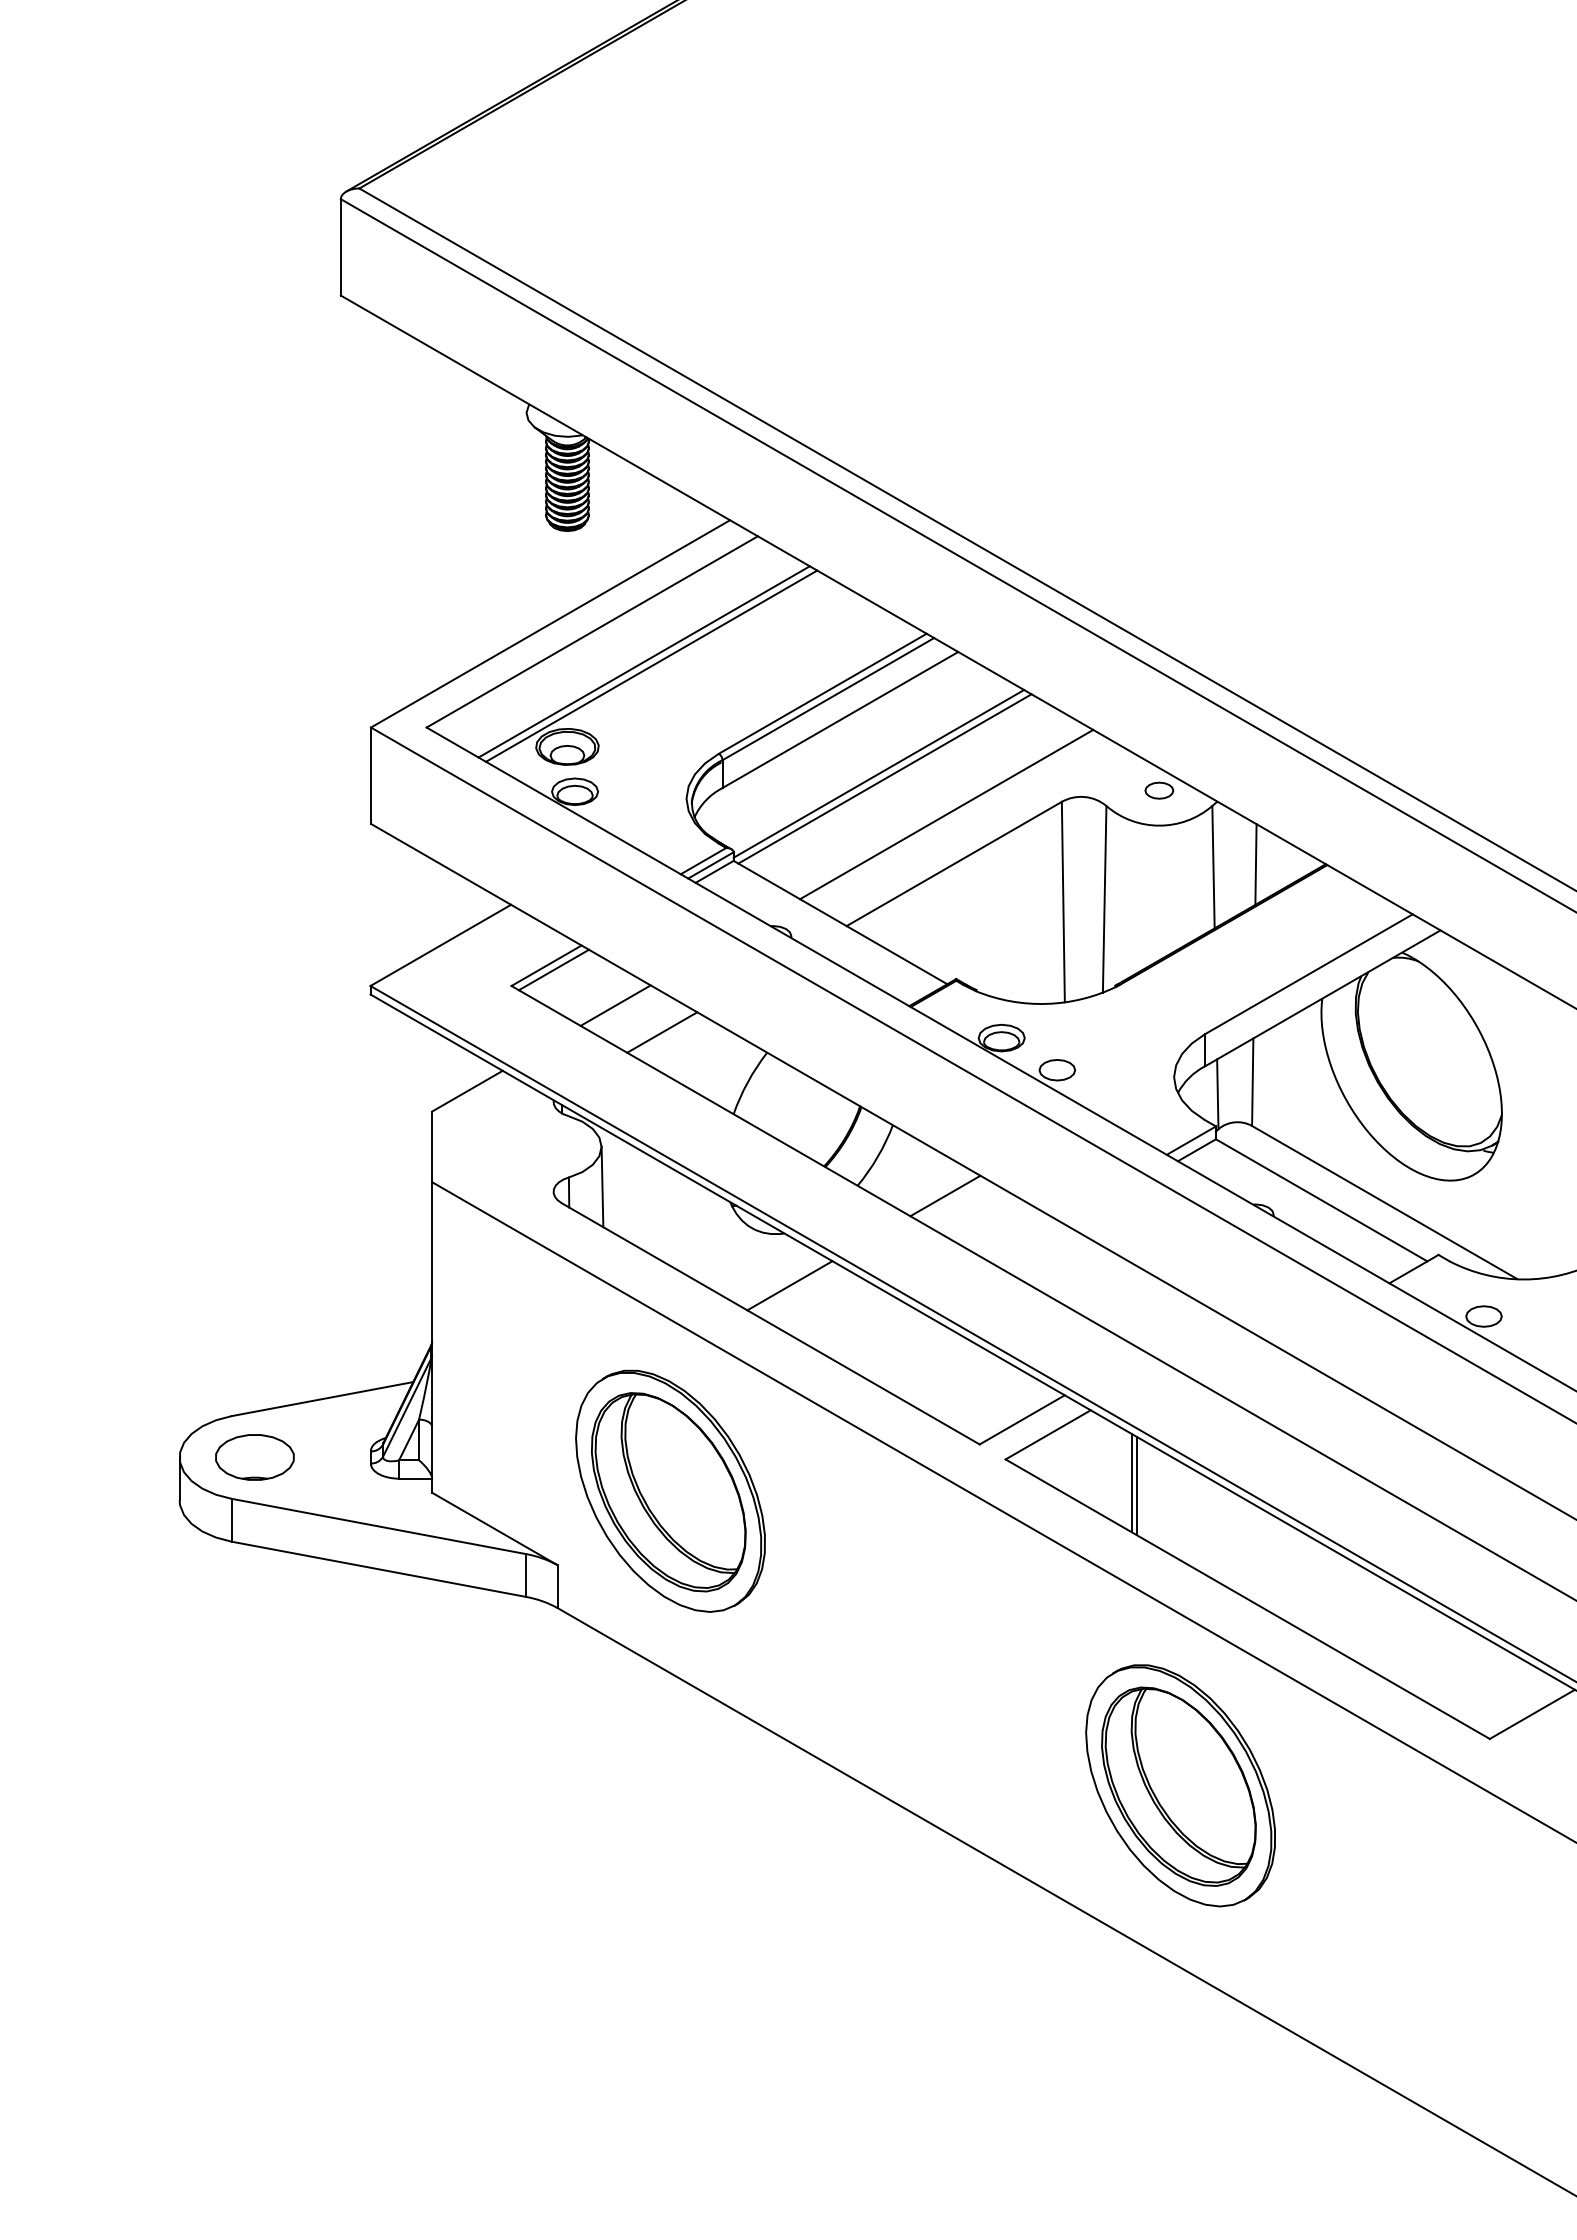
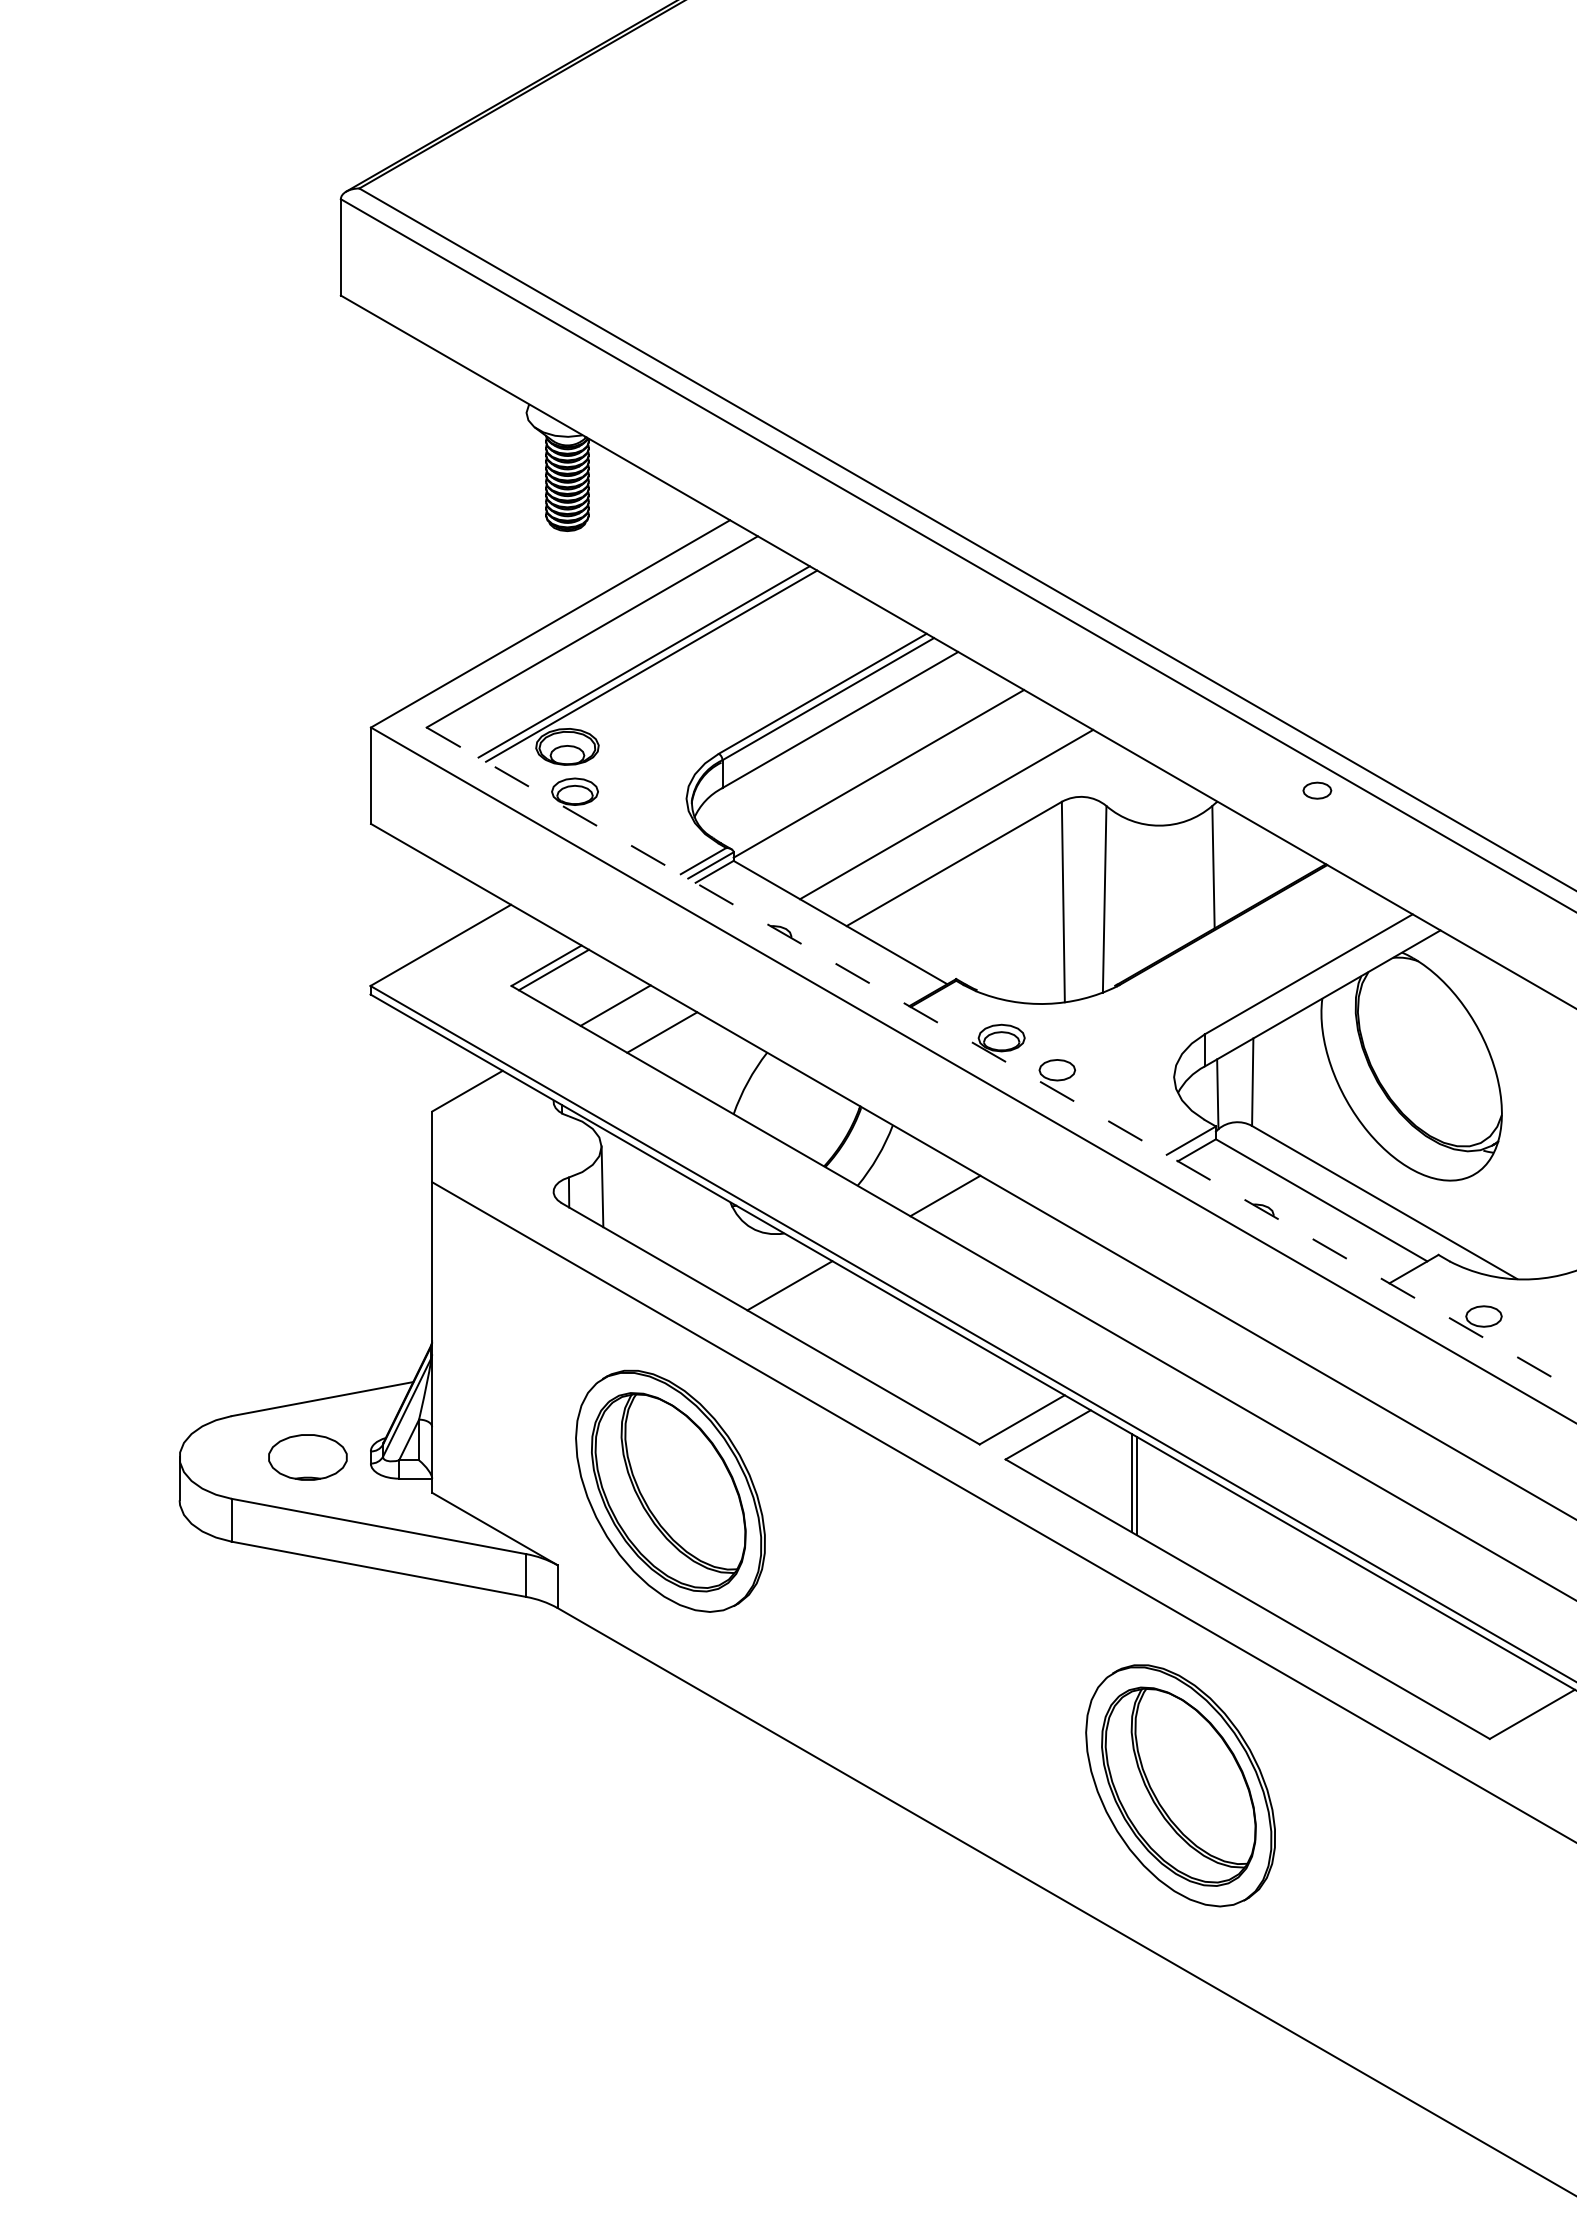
line at (884, 778): present -> none
part at (1159, 790) position: (1159, 790) -> (1317, 790)
line at (1255, 864): present -> none
line at (1001, 1059): solid -> dashed
part at (254, 1457) position: (254, 1457) -> (307, 1457)
